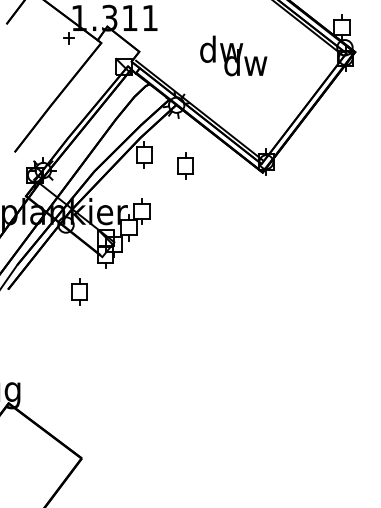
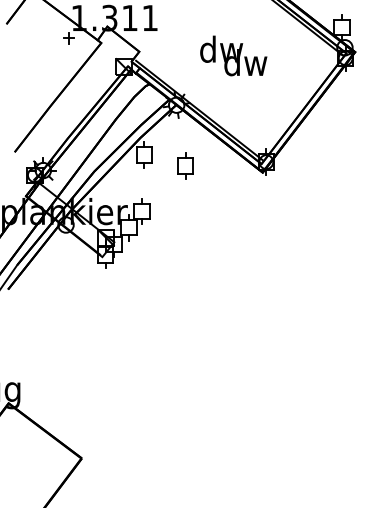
part at (79, 291): present -> none
